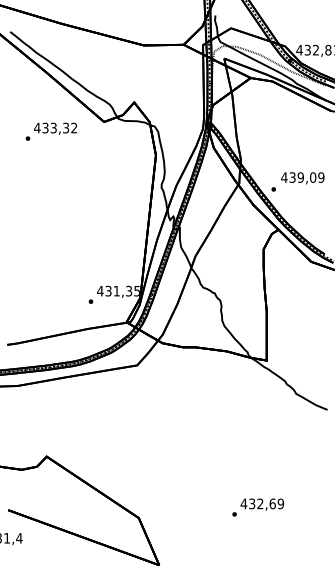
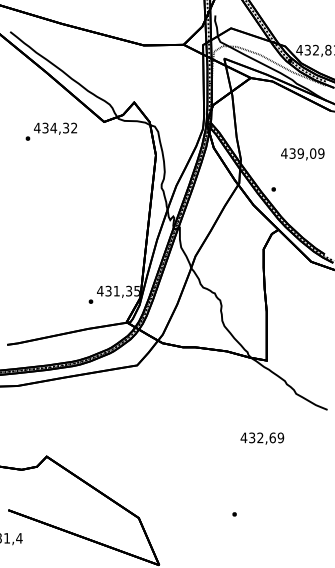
text at (53, 127): 433,32 -> 434,32
text at (302, 178) position: (302, 178) -> (302, 154)
text at (262, 504) position: (262, 504) -> (262, 438)
